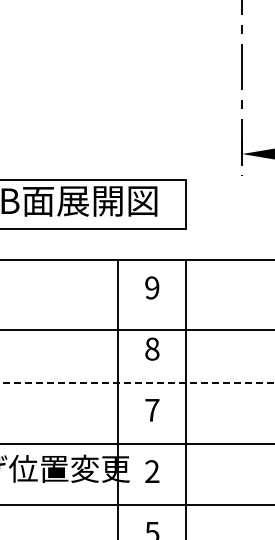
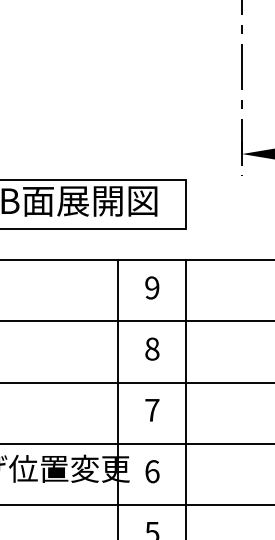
line at (136, 330) position: (136, 330) -> (136, 321)
line at (137, 382): dashed -> solid
text at (152, 471): 2 -> 6
